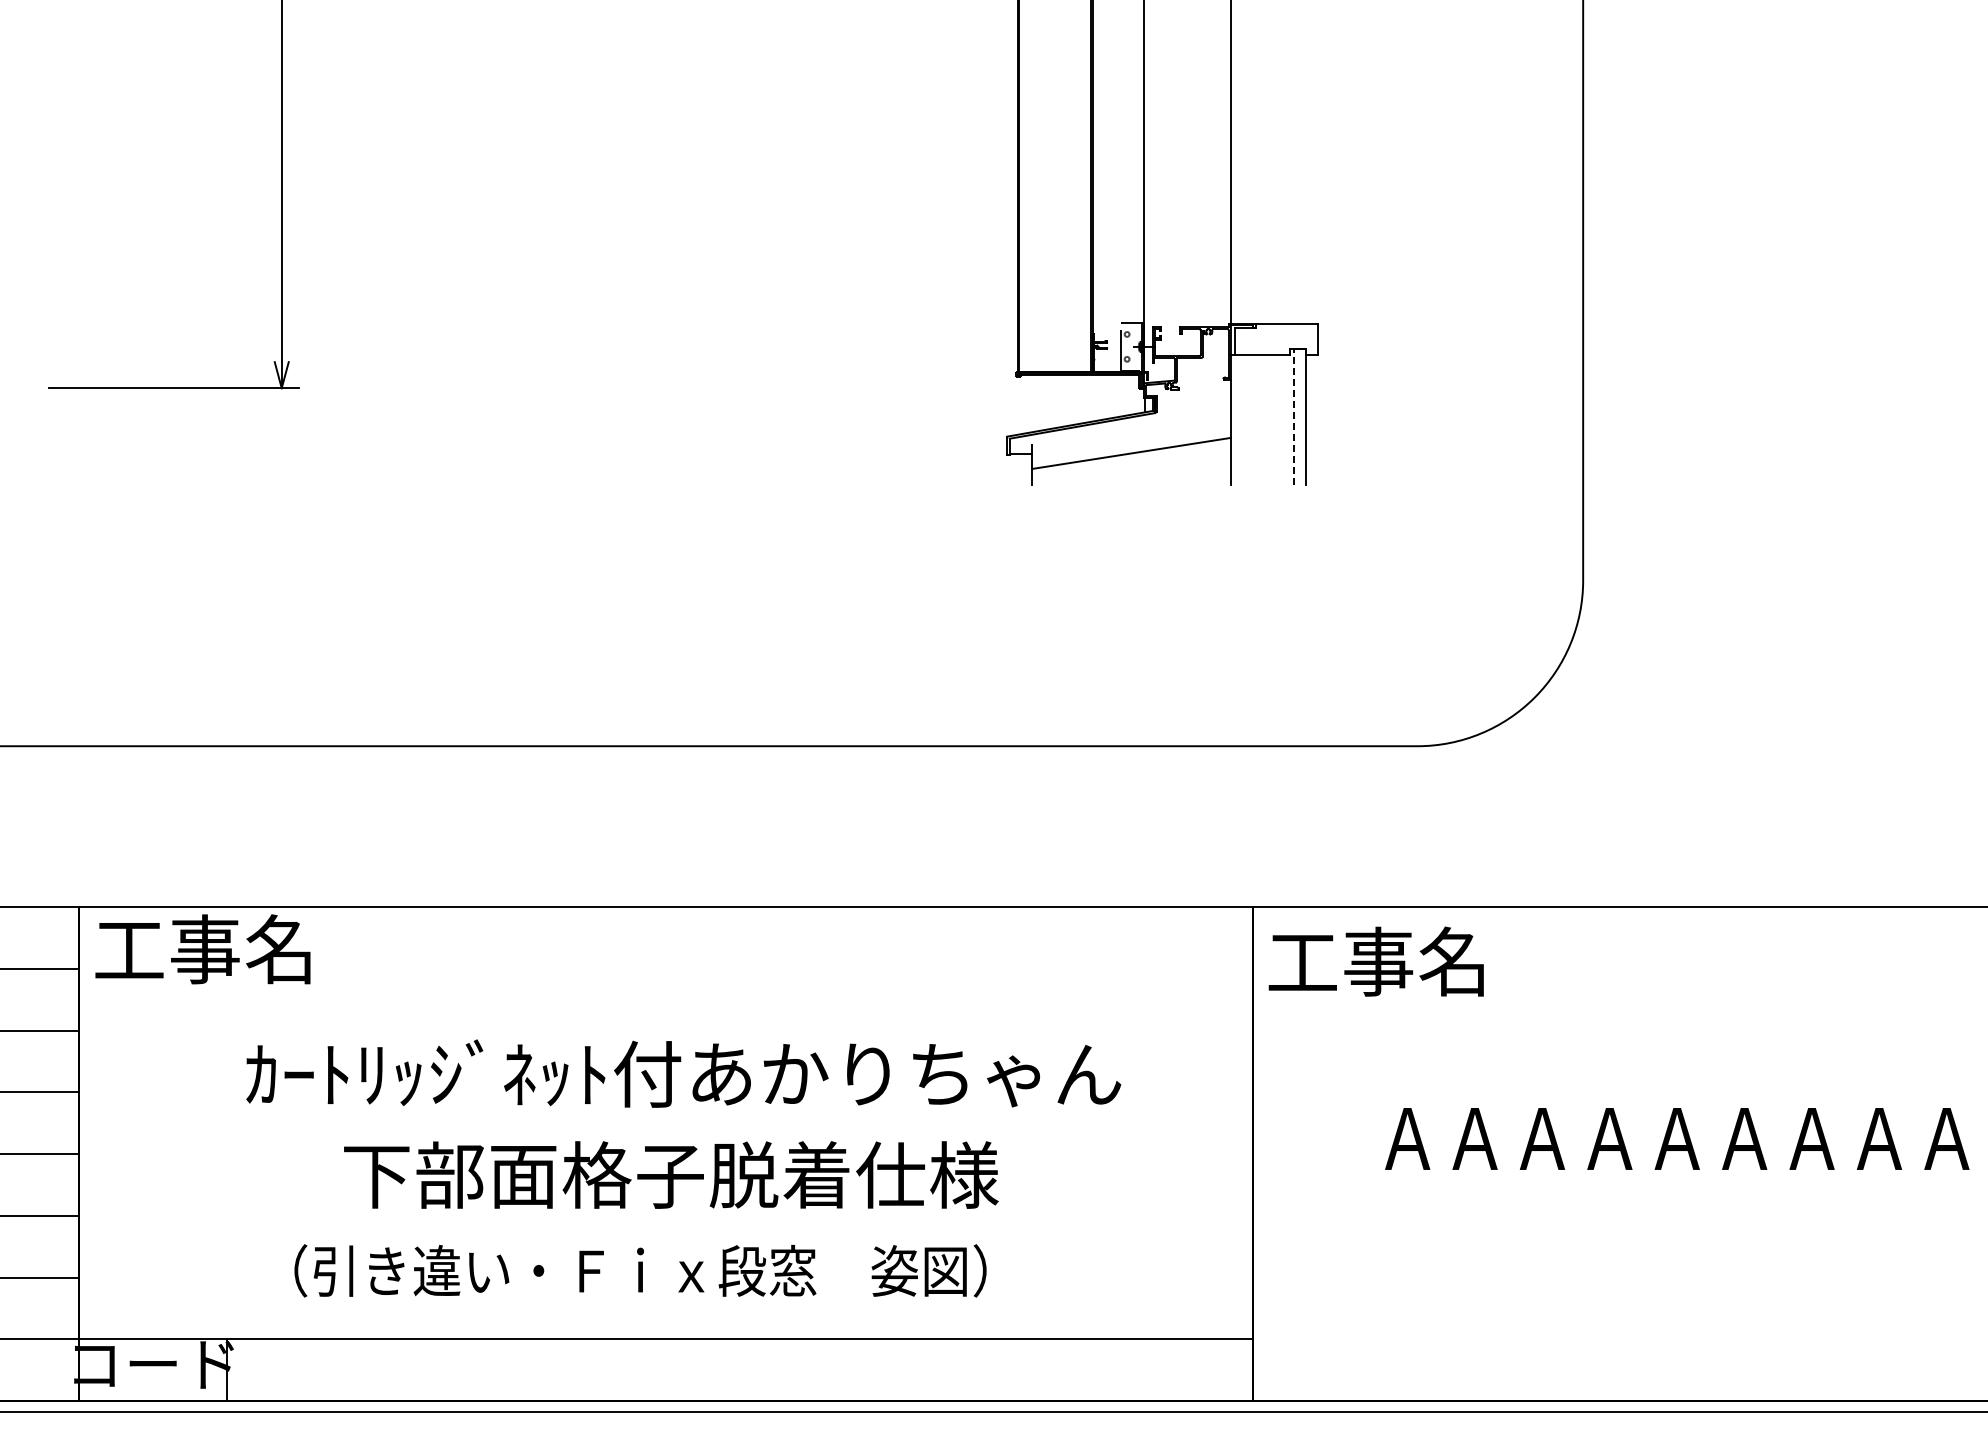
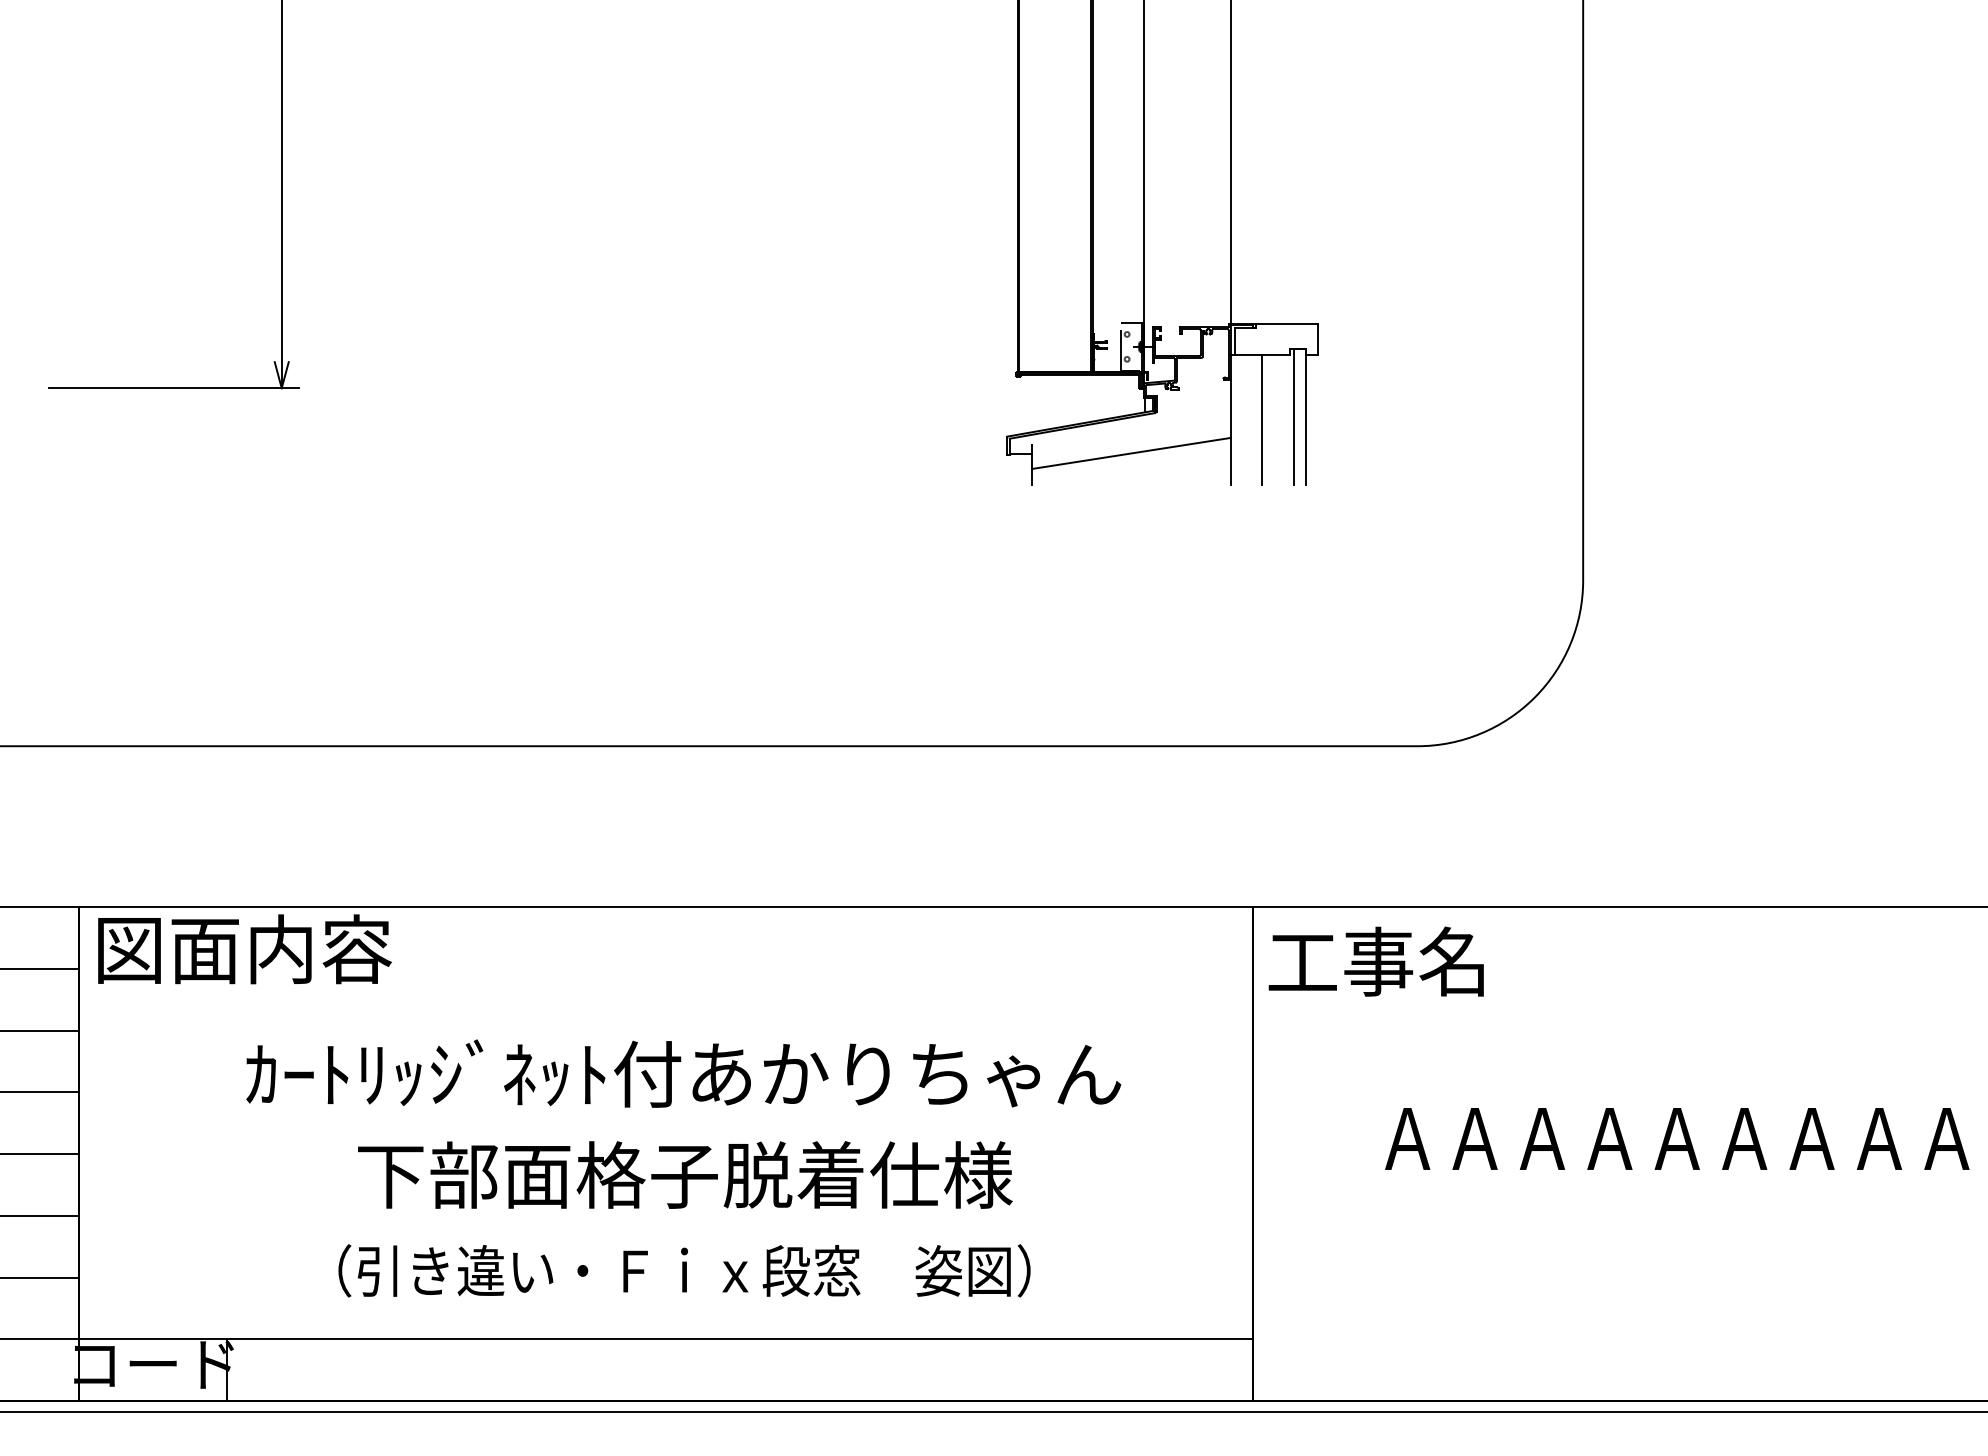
line at (1293, 416): dashed -> solid
line at (1262, 419): none -> present
text at (243, 949): 工事名 -> 図面内容
text at (671, 1174) position: (671, 1174) -> (685, 1174)
text at (640, 1270) position: (640, 1270) -> (684, 1270)
